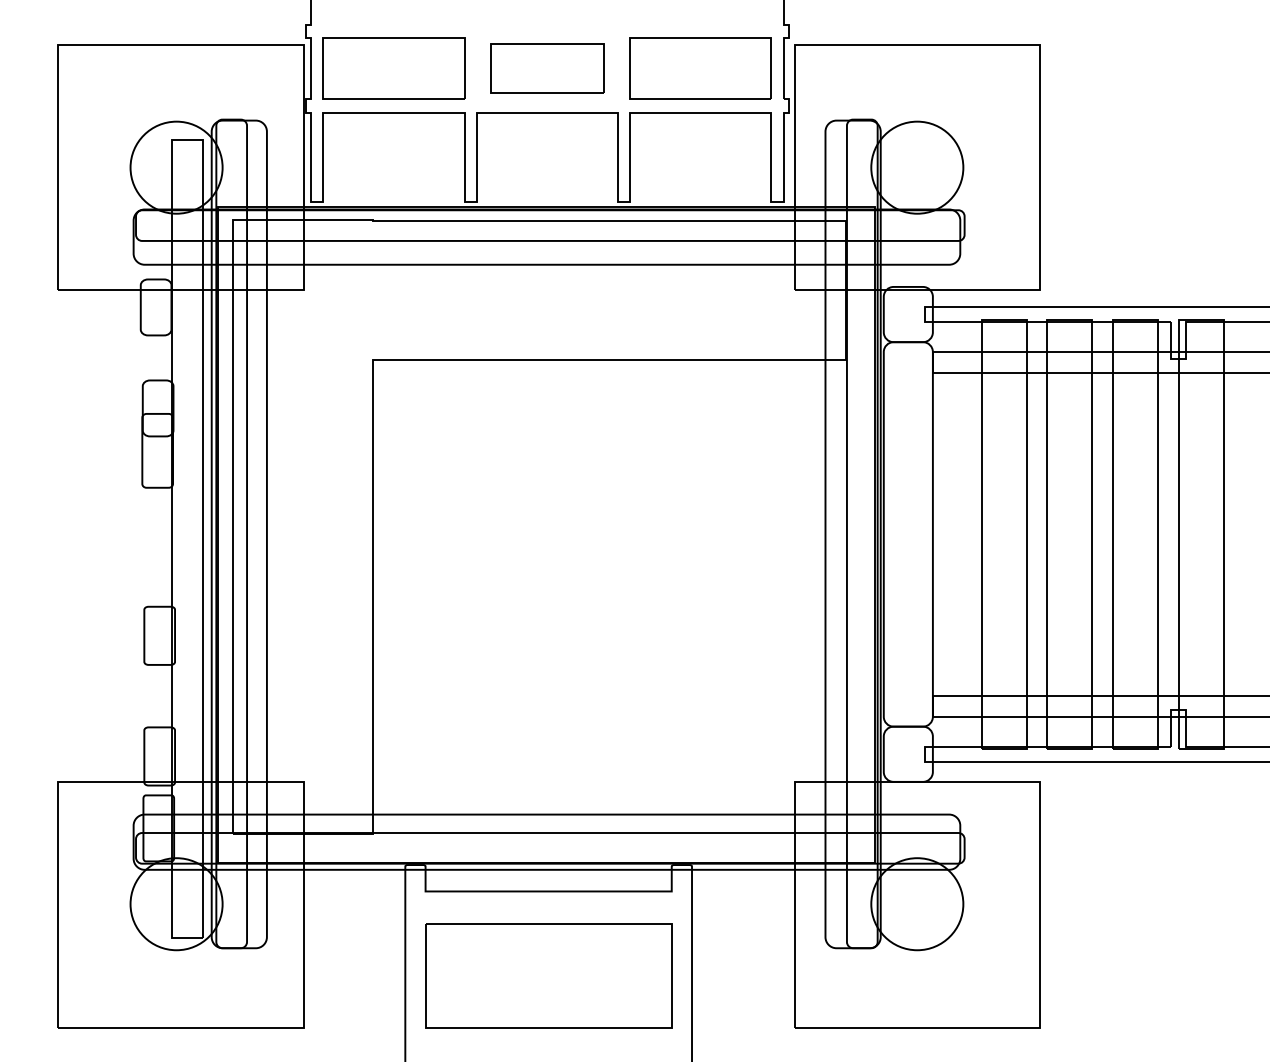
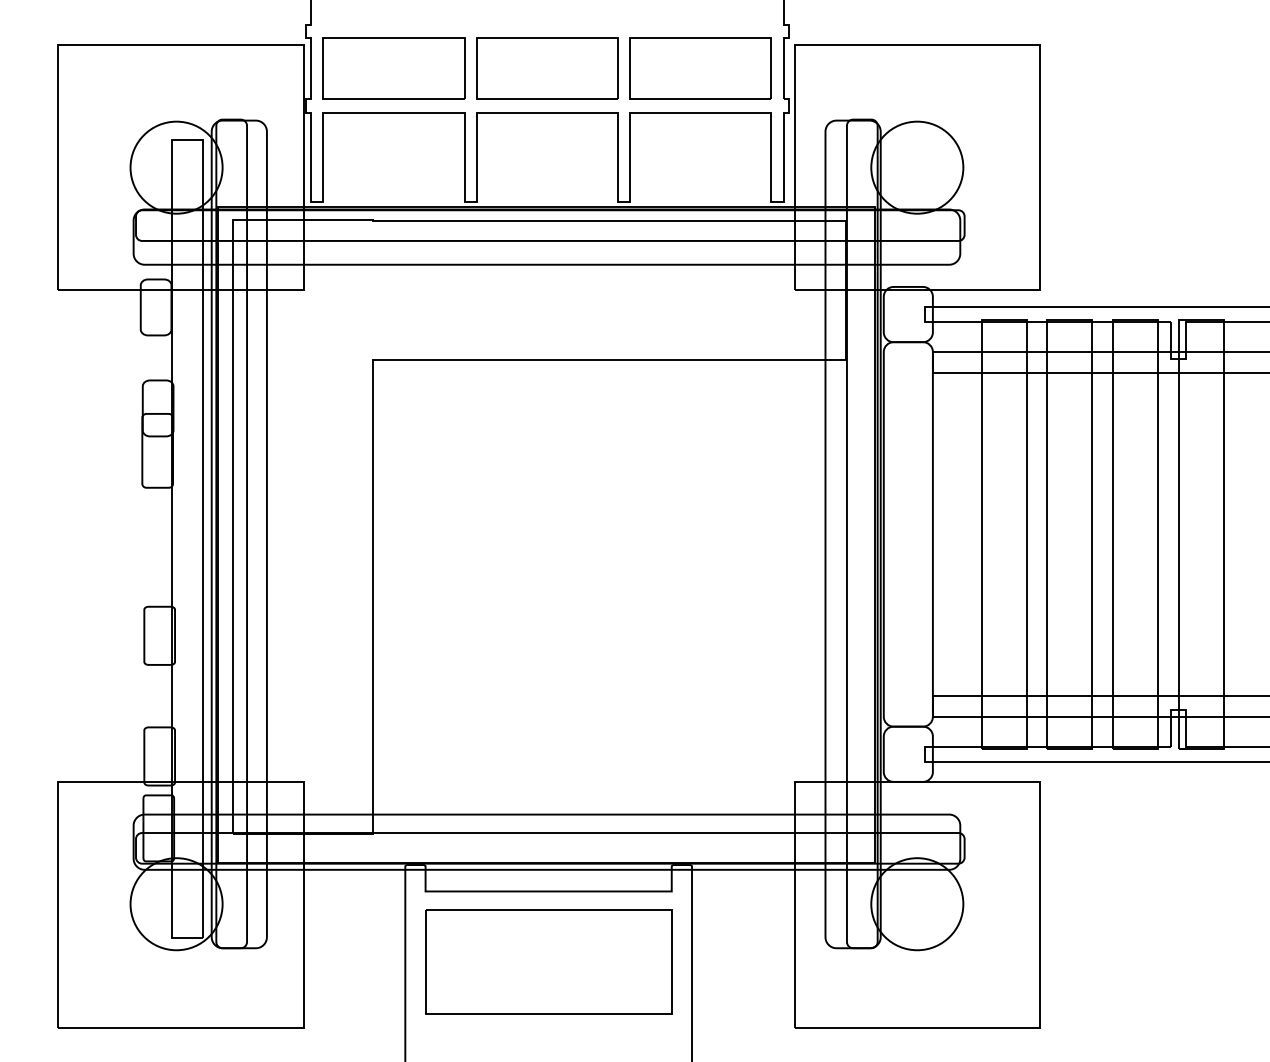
part at (547, 68) size: 115x51 px -> 143x63 px
part at (548, 975) position: (548, 975) -> (548, 961)
